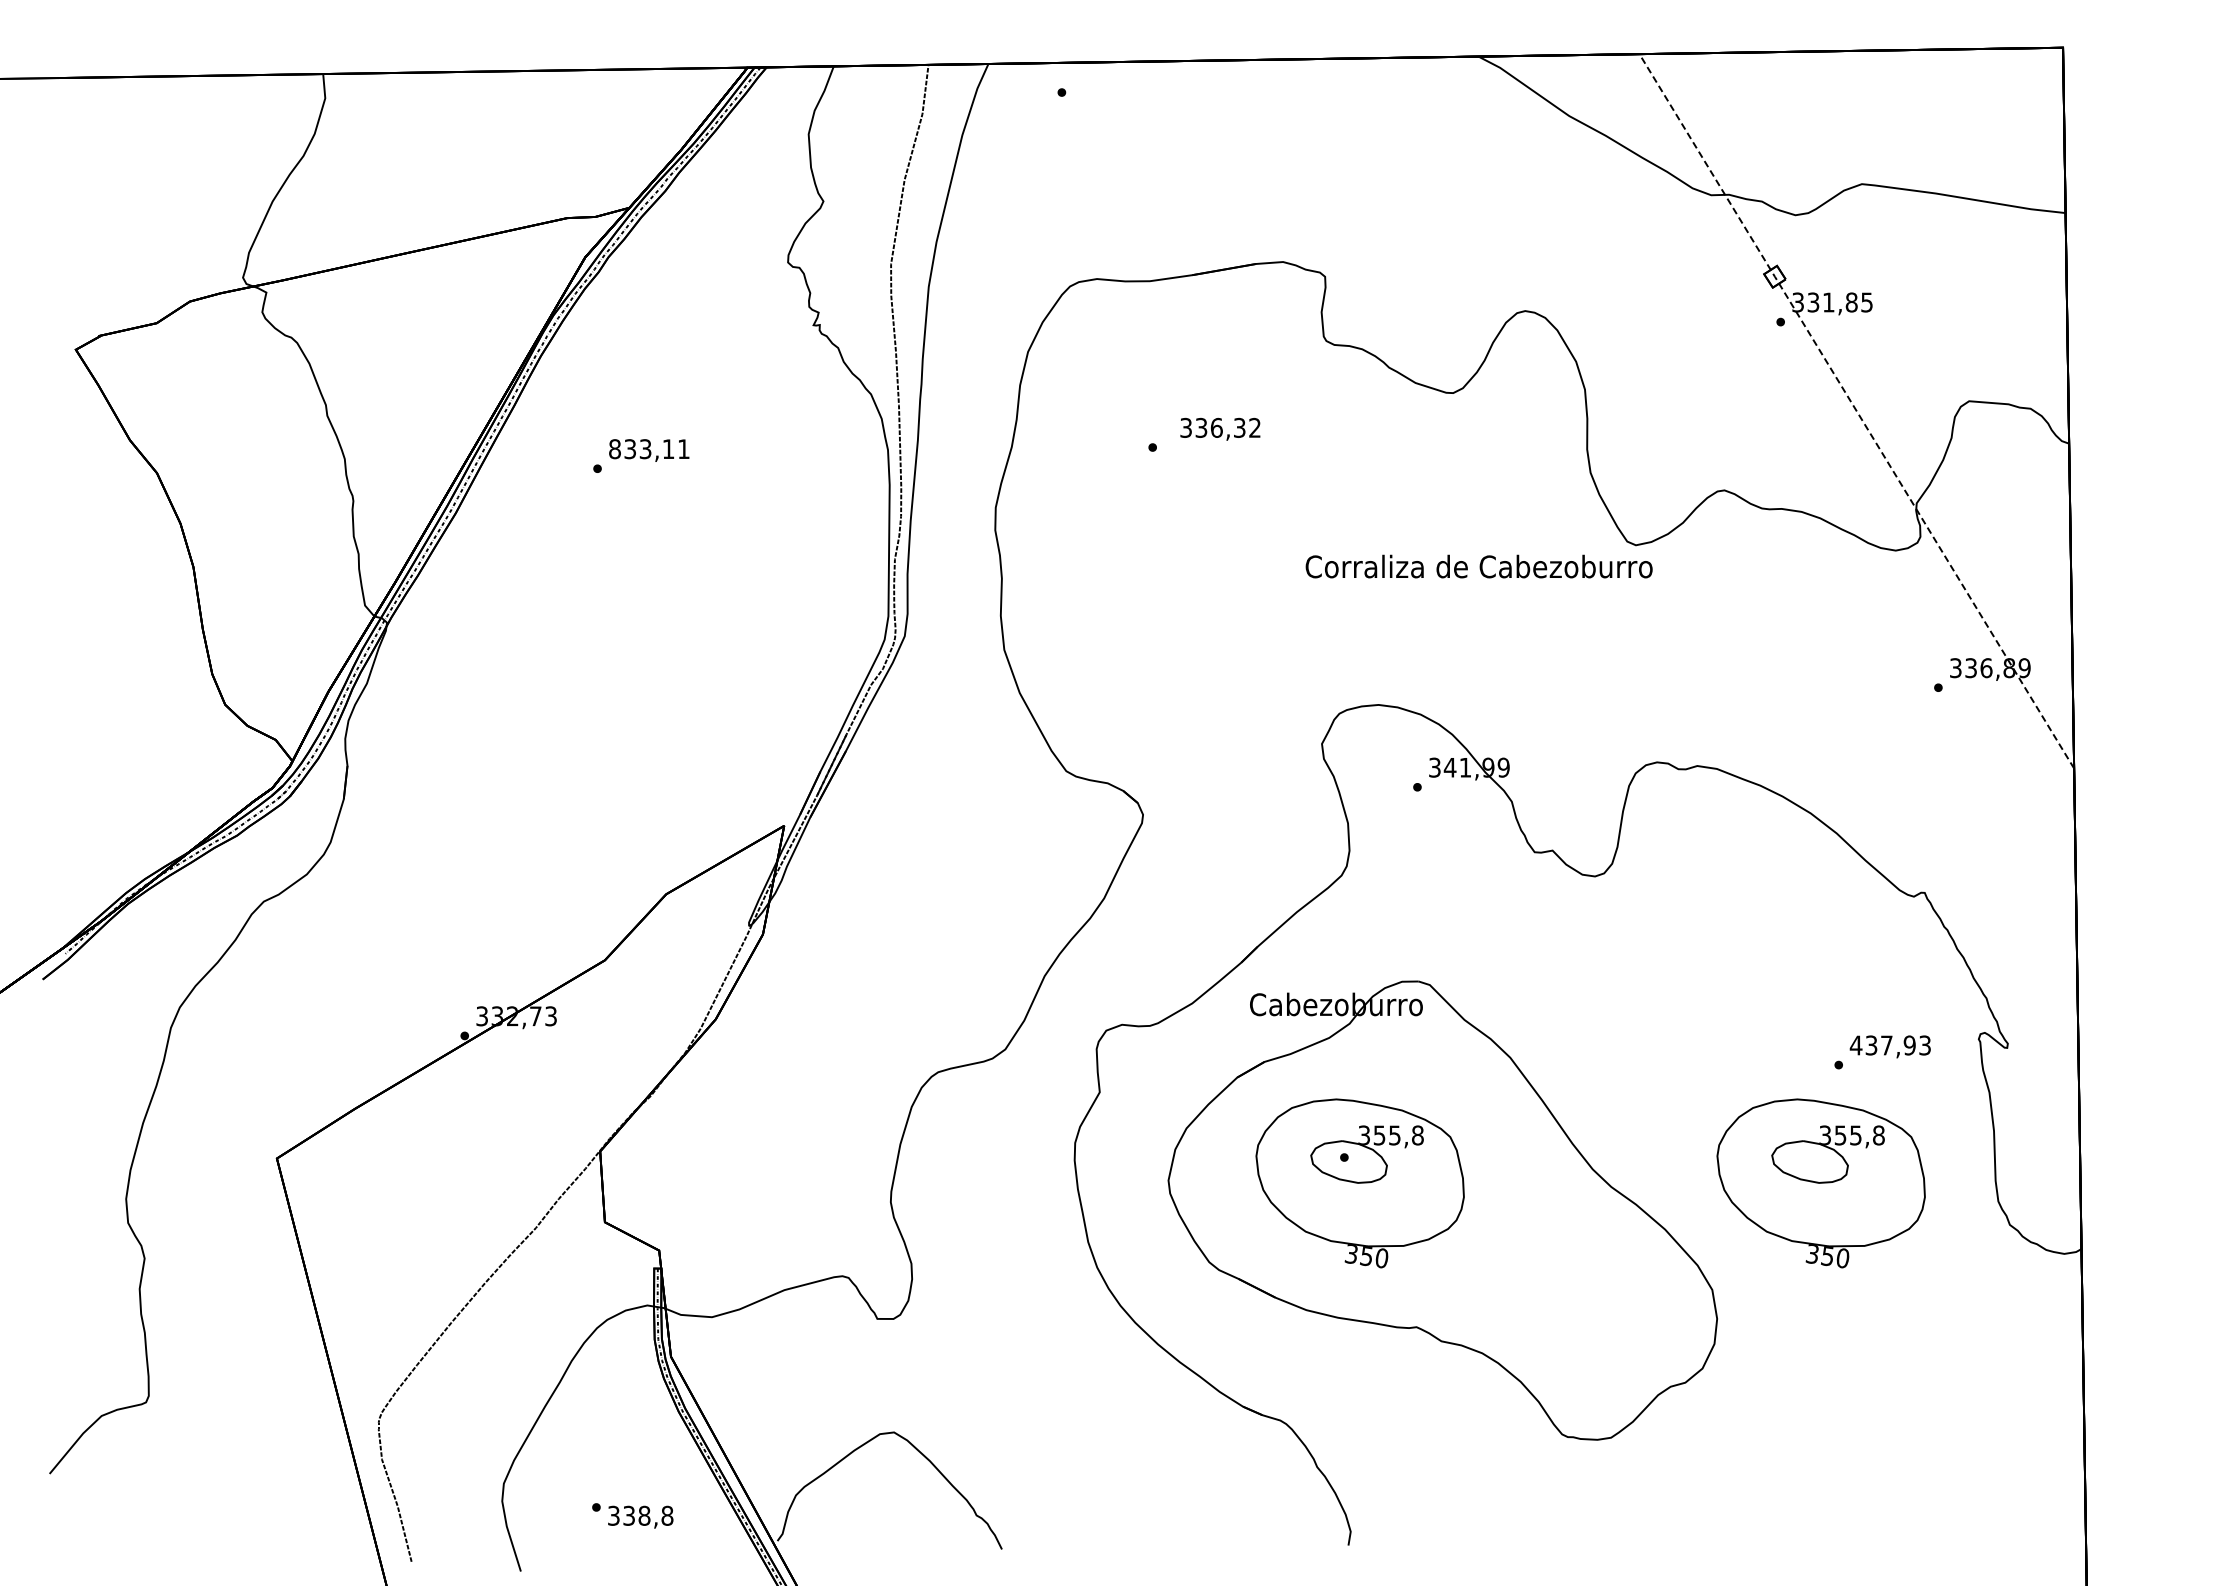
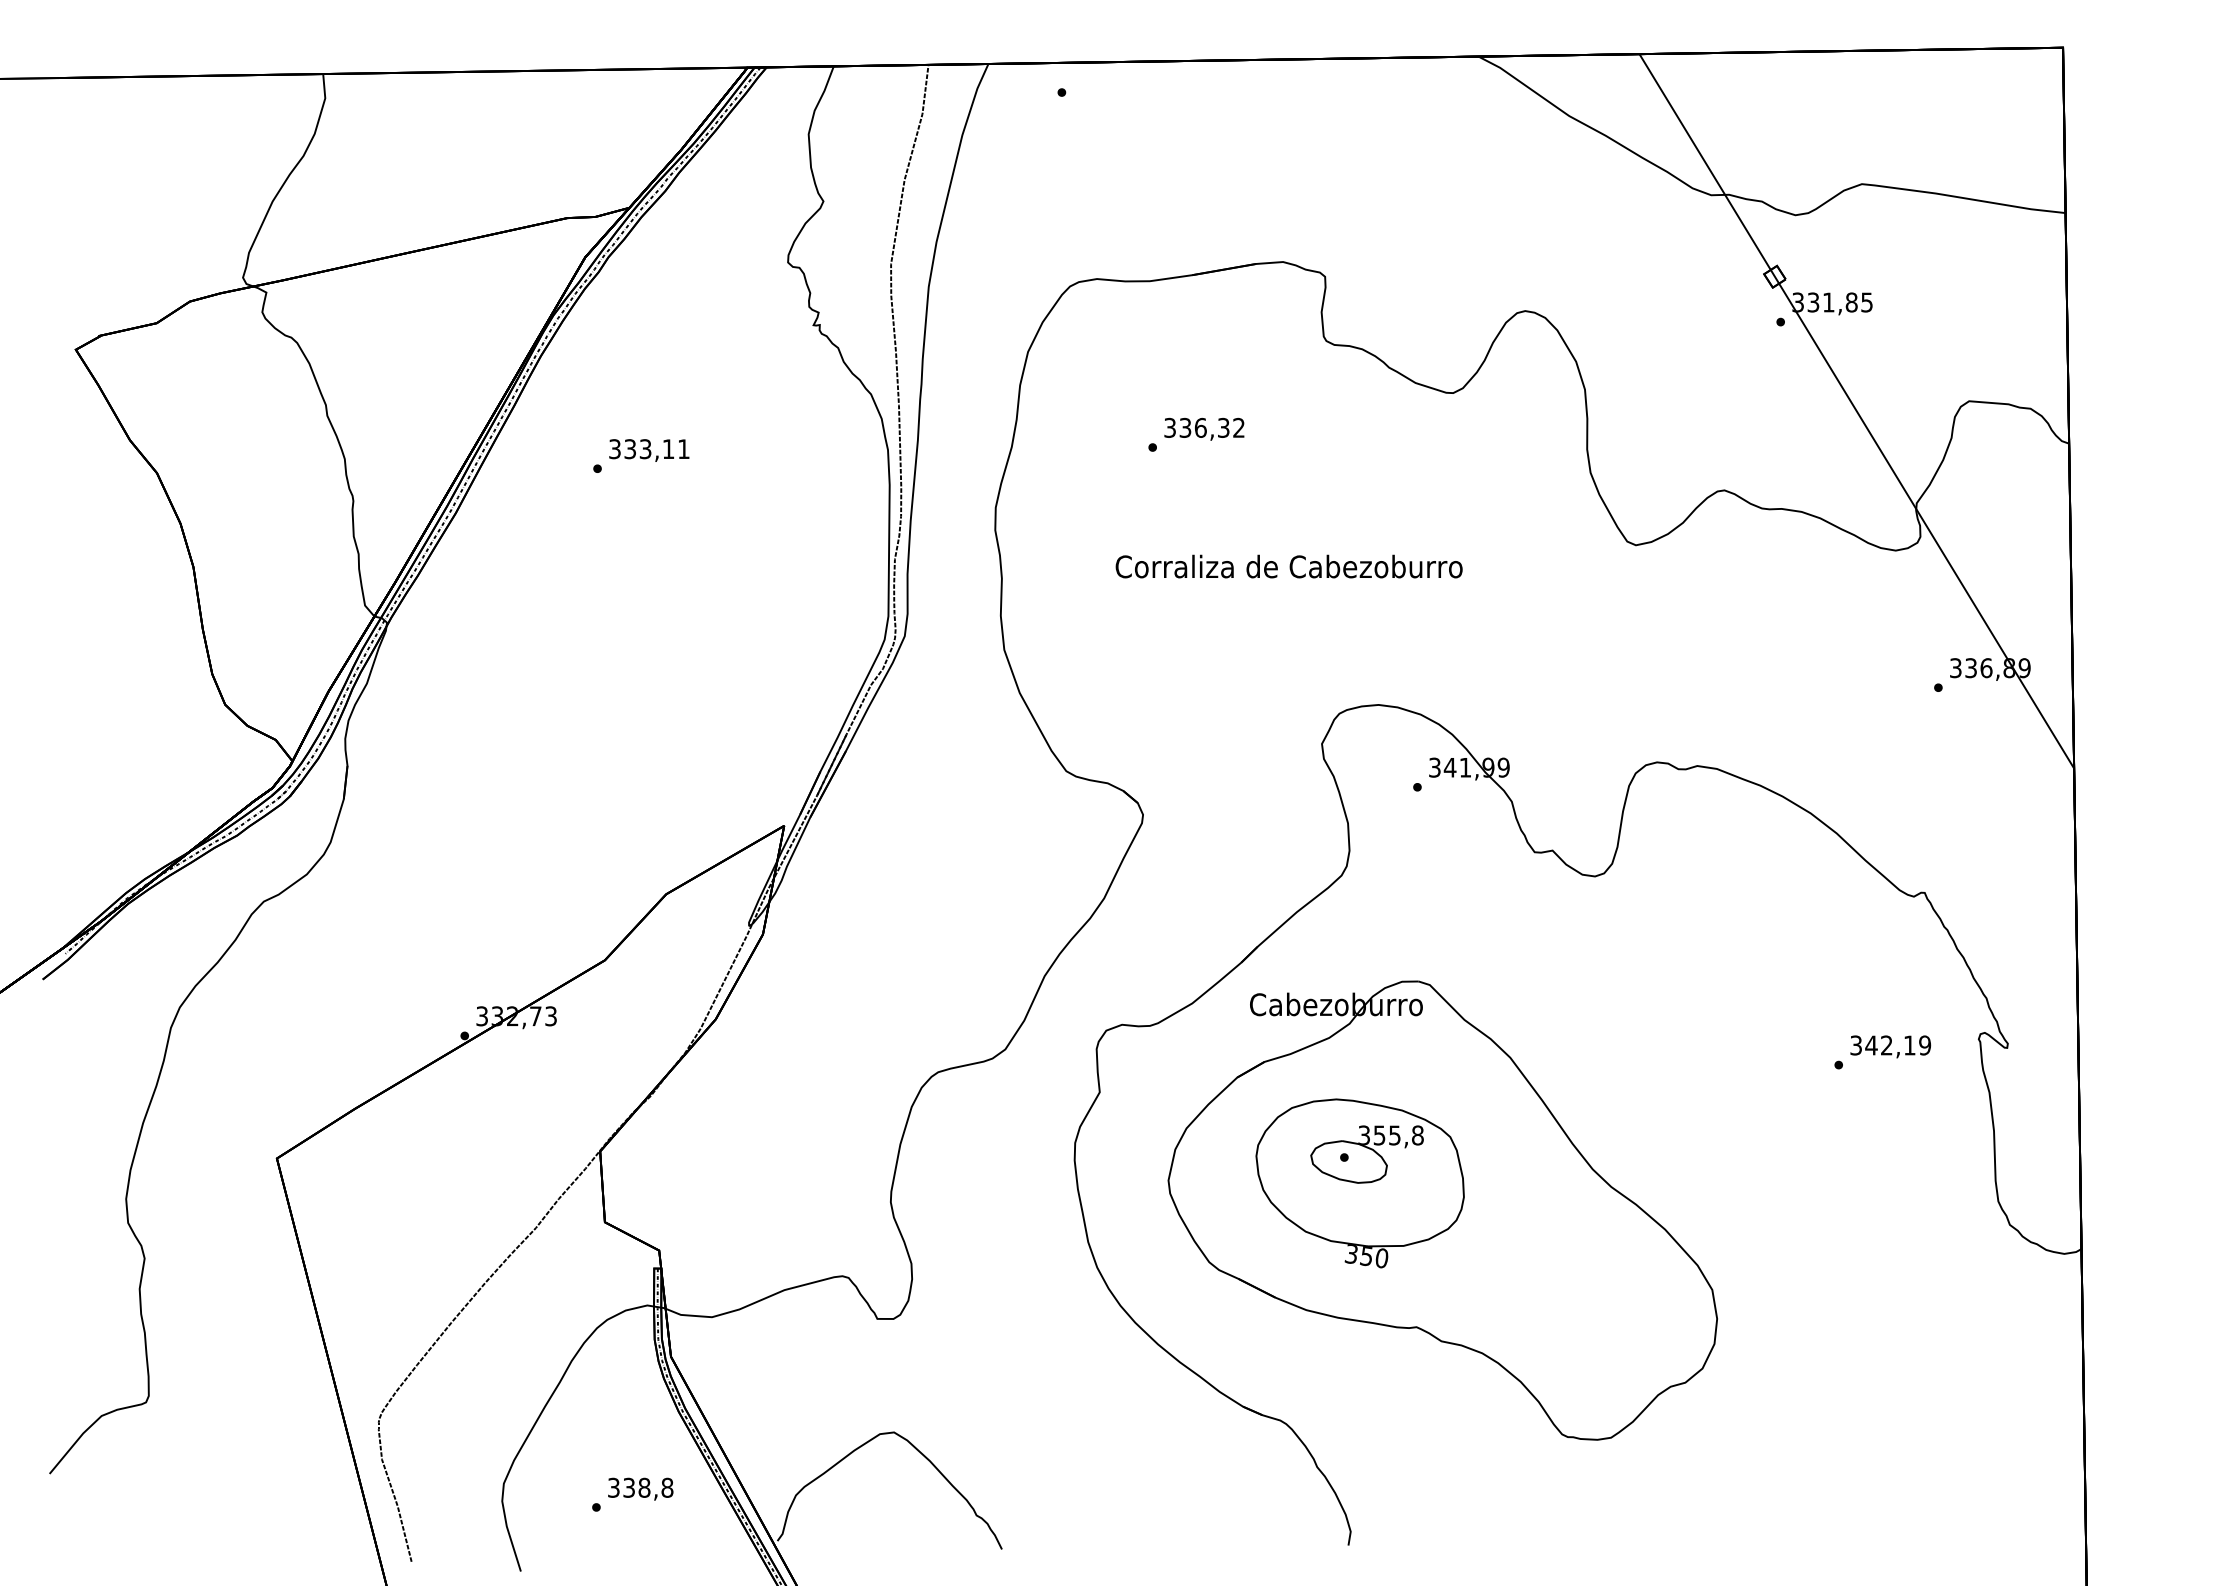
line at (1856, 410): dashed -> solid
text at (1220, 428) position: (1220, 428) -> (1204, 428)
text at (614, 449): 833,11 -> 333,11
text at (1478, 566) position: (1478, 566) -> (1288, 566)
text at (1890, 1045): 437,93 -> 342,19
part at (1820, 1183): present -> none
text at (640, 1516) position: (640, 1516) -> (640, 1488)
